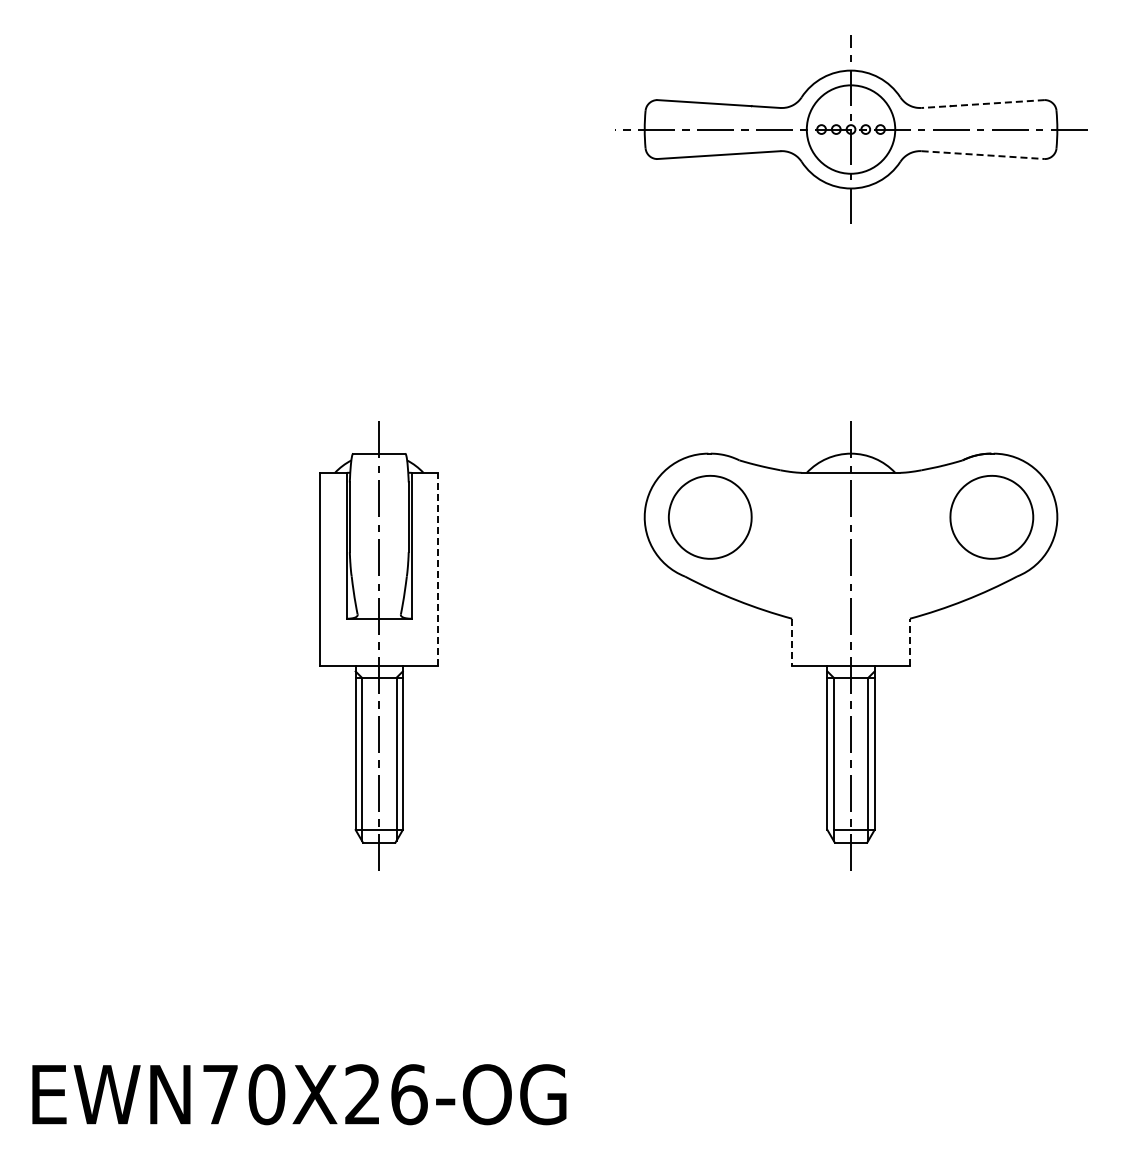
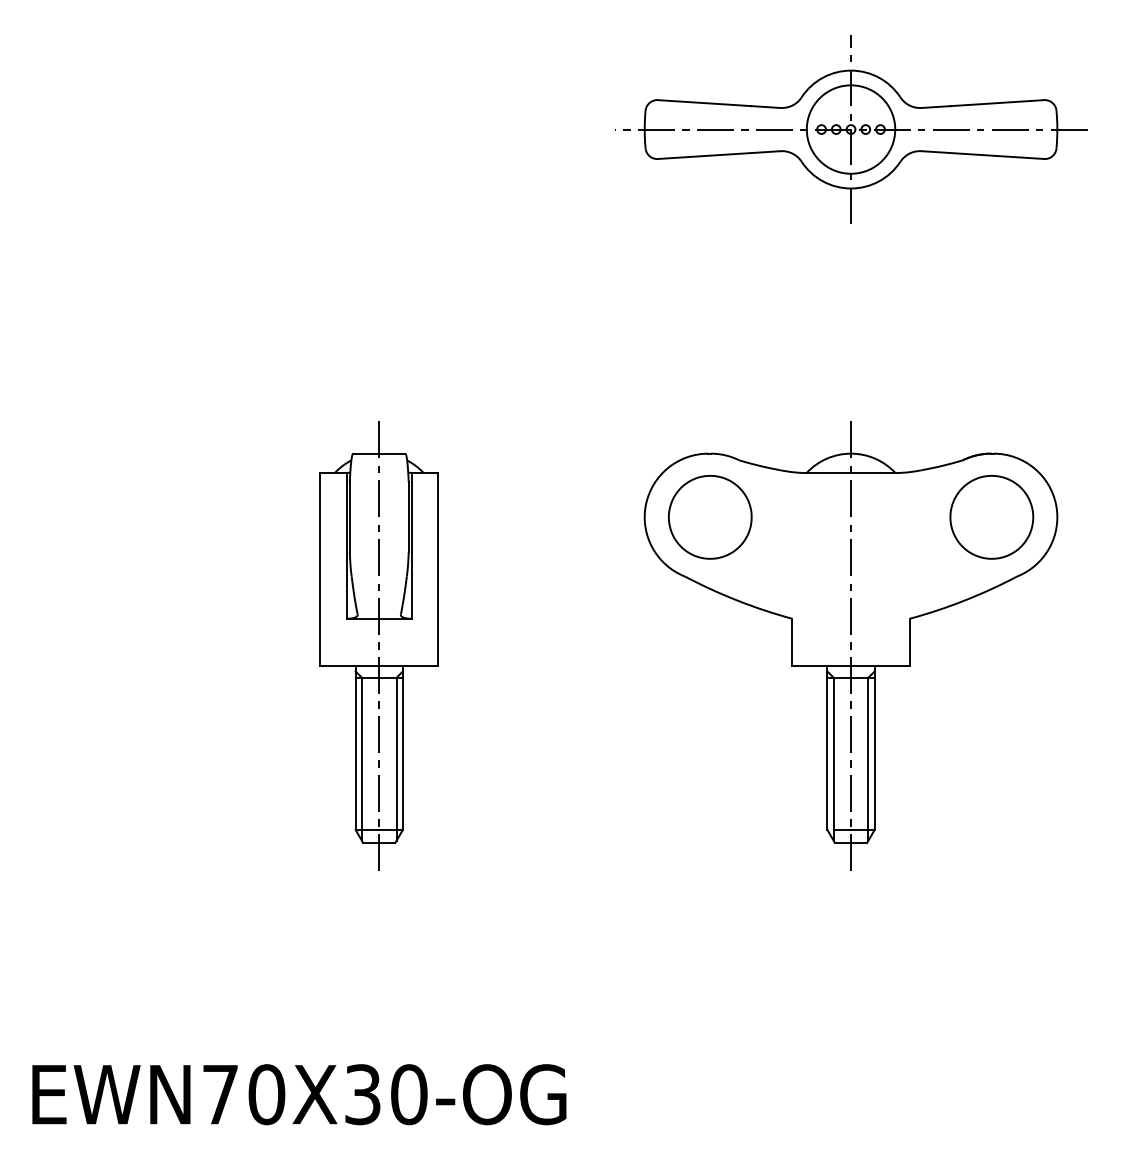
line at (983, 104): dashed -> solid
line at (983, 155): dashed -> solid
line at (438, 569): dashed -> solid
line at (792, 642): dashed -> solid
line at (909, 642): dashed -> solid
text at (386, 1094): EWN70X26-OG -> EWN70X30-OG
